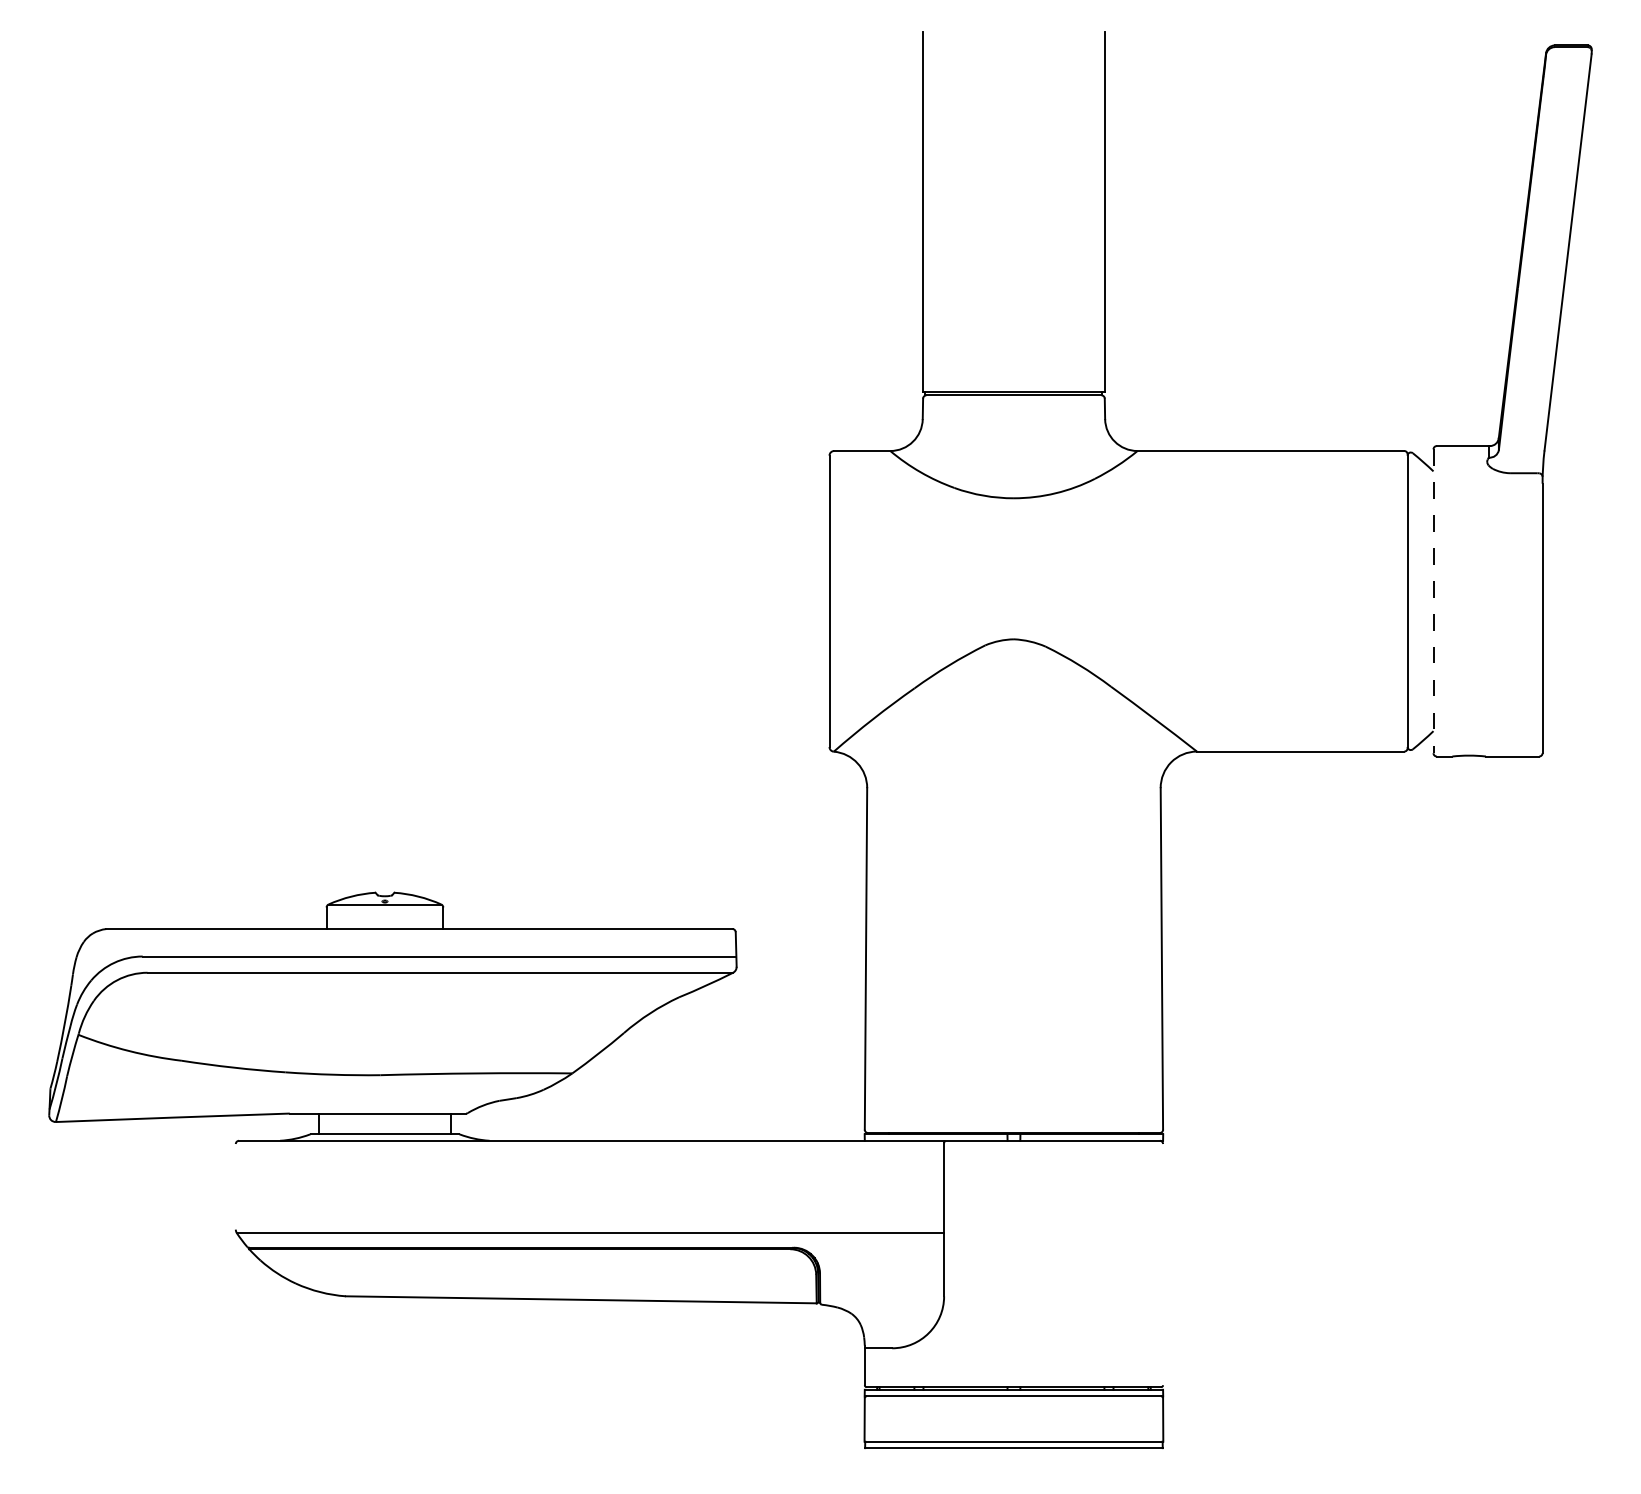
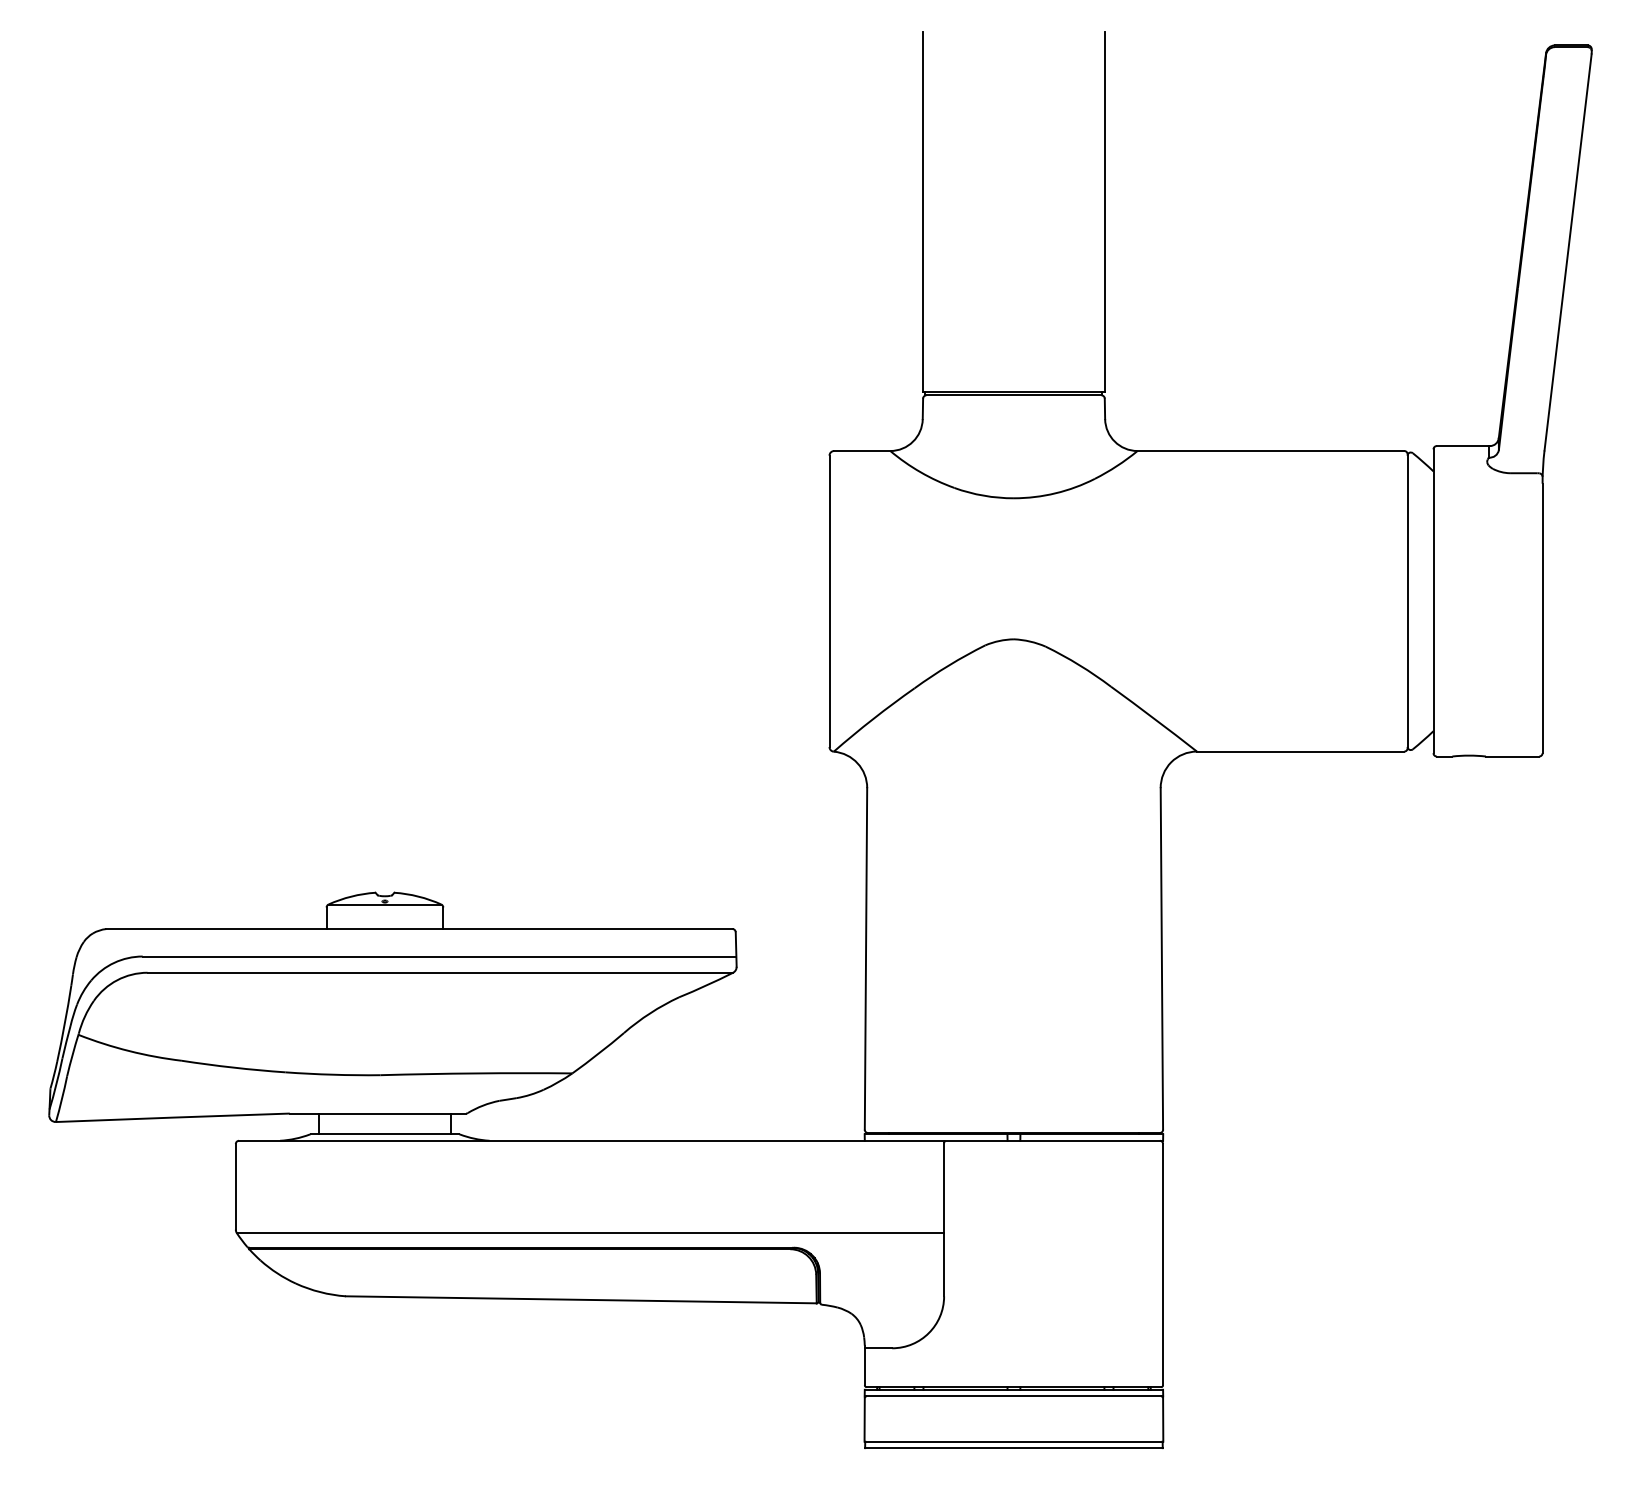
line at (1433, 601): dashed -> solid
line at (235, 1186): none -> present
line at (1163, 1264): none -> present
